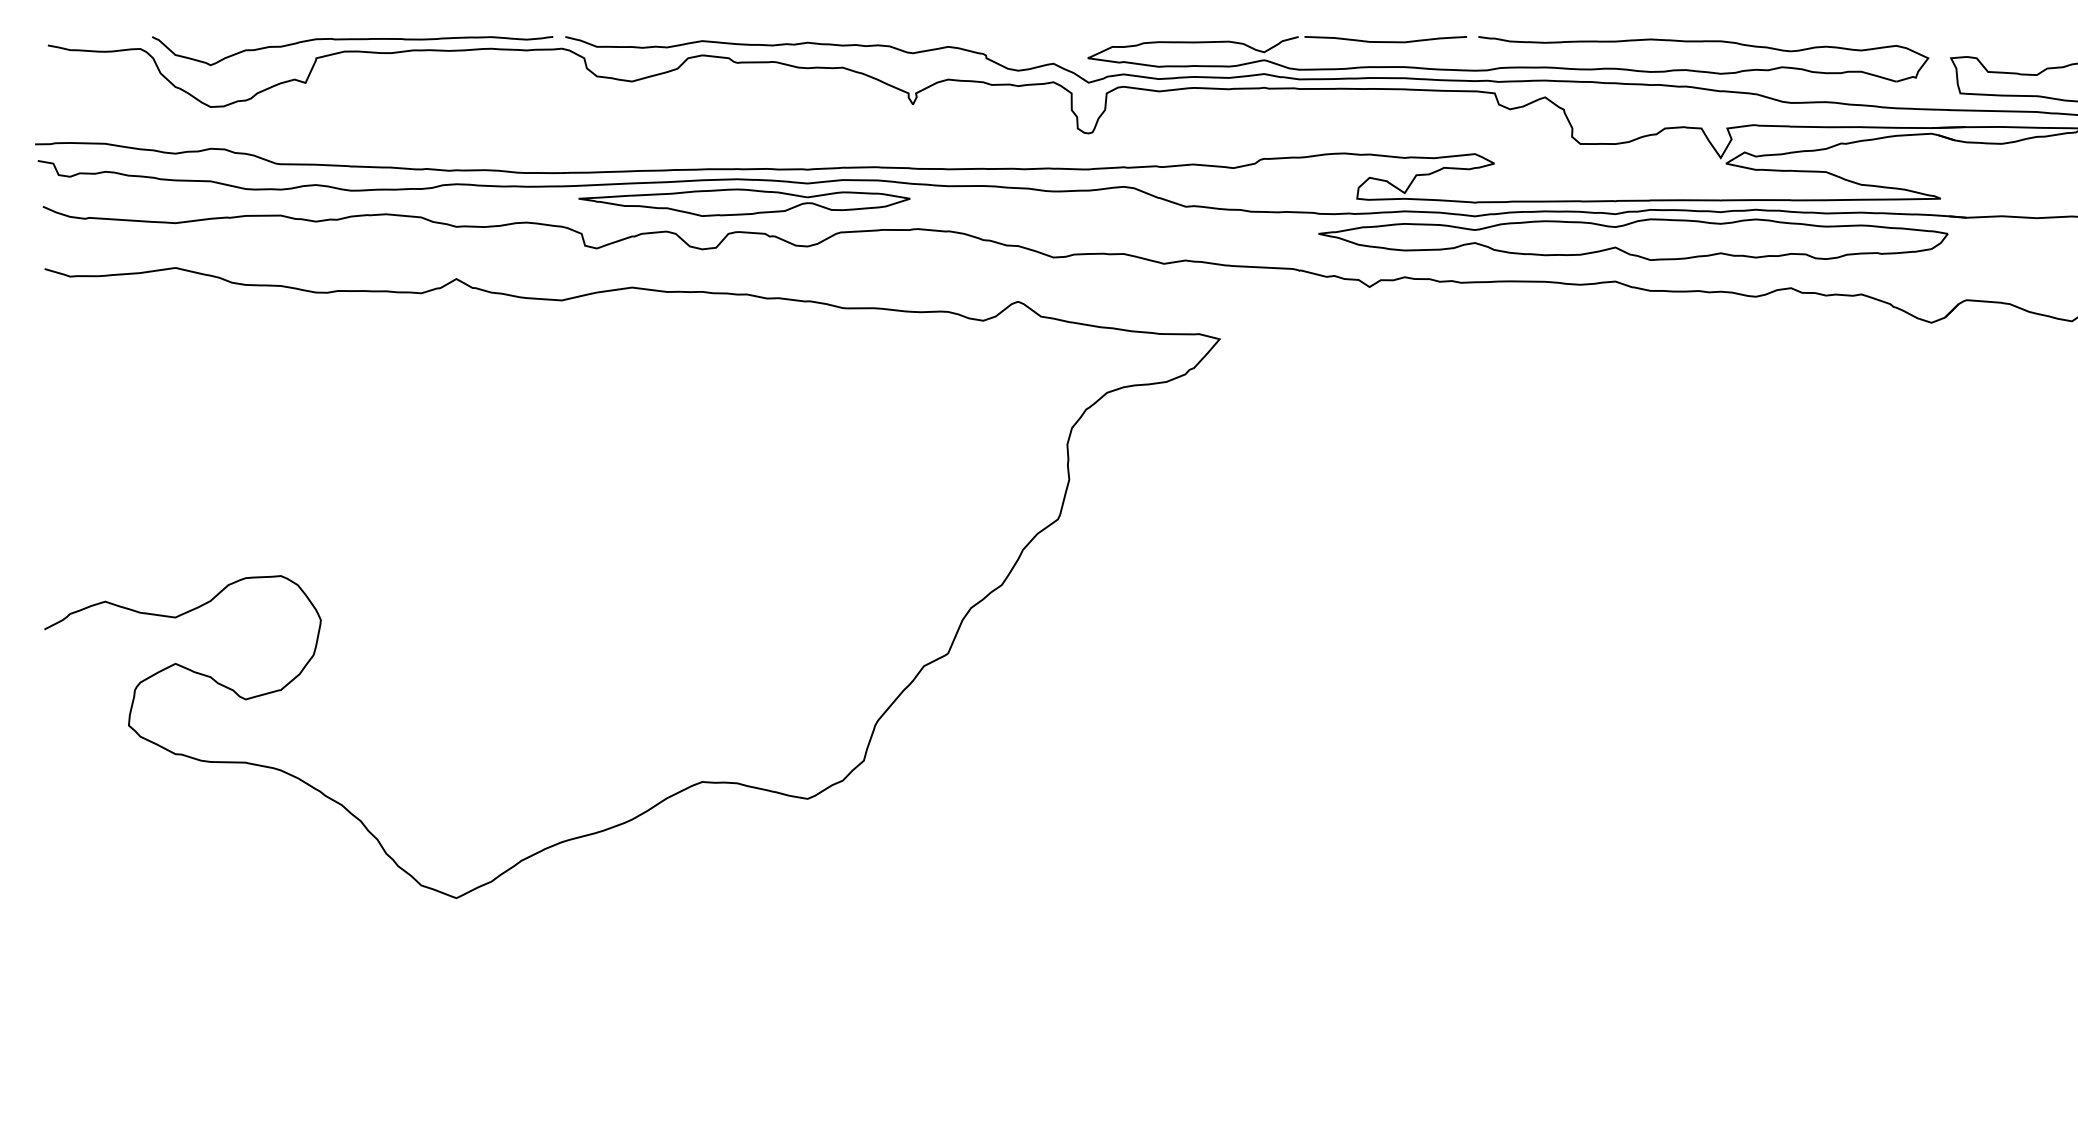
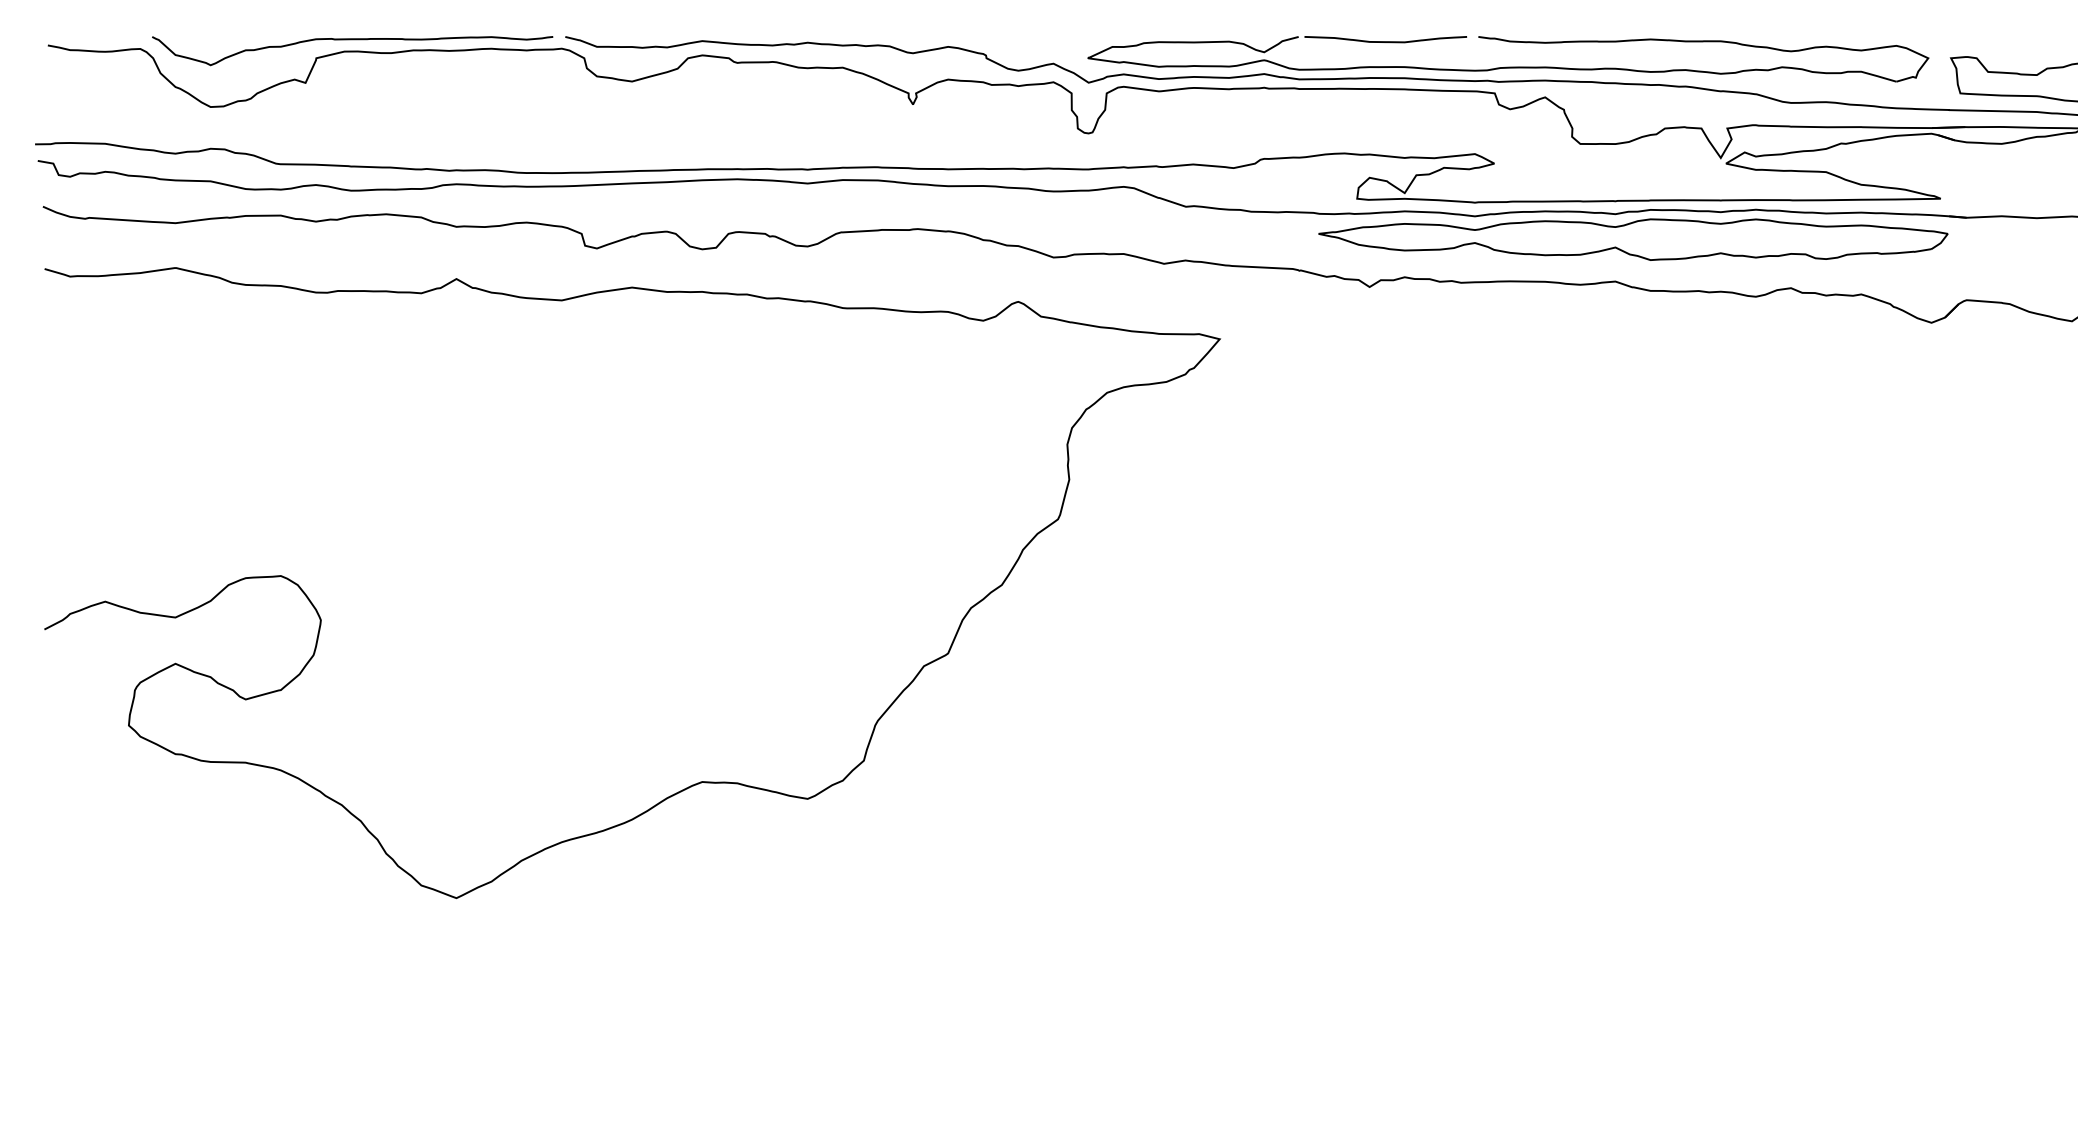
part at (744, 202): present -> none
